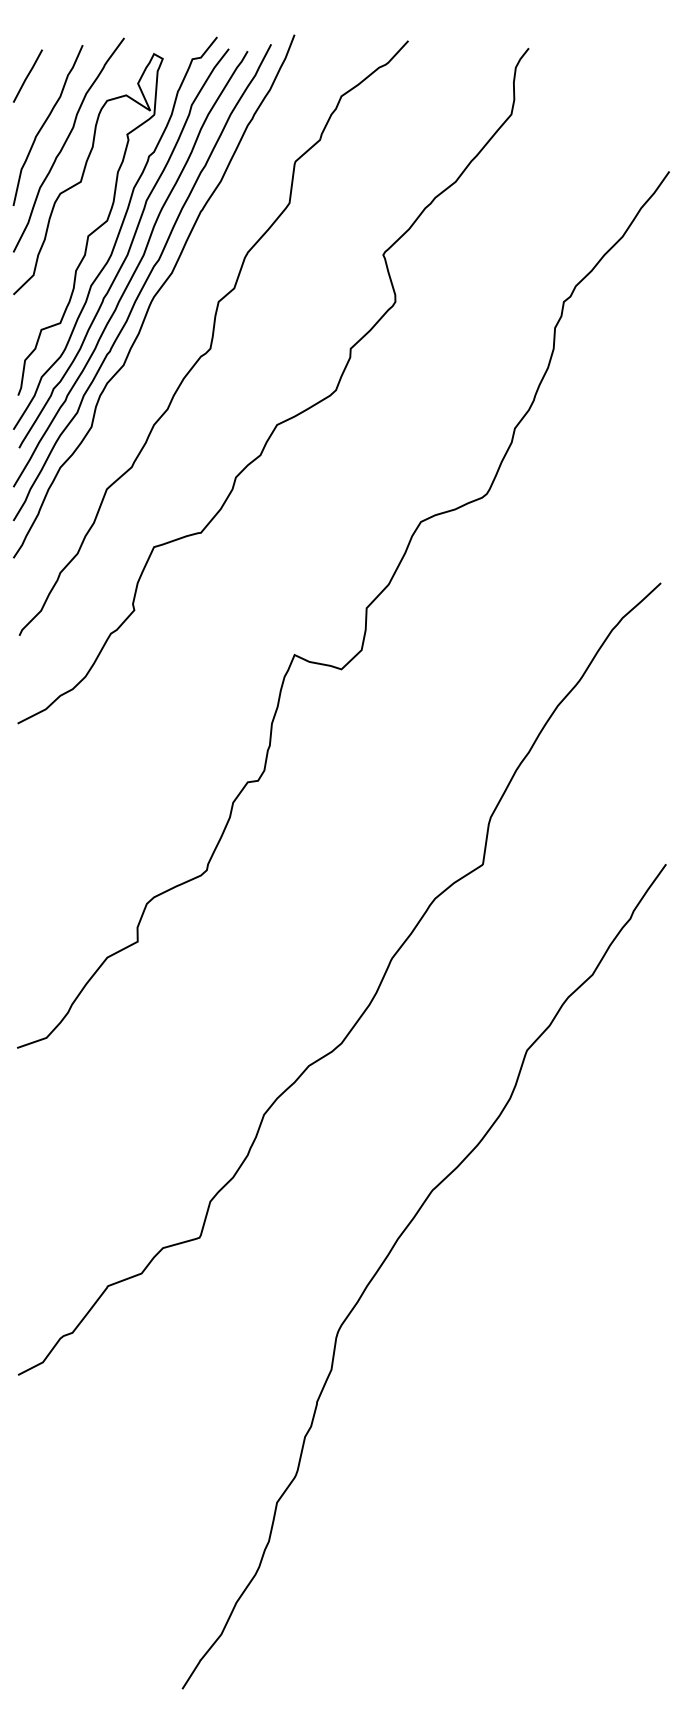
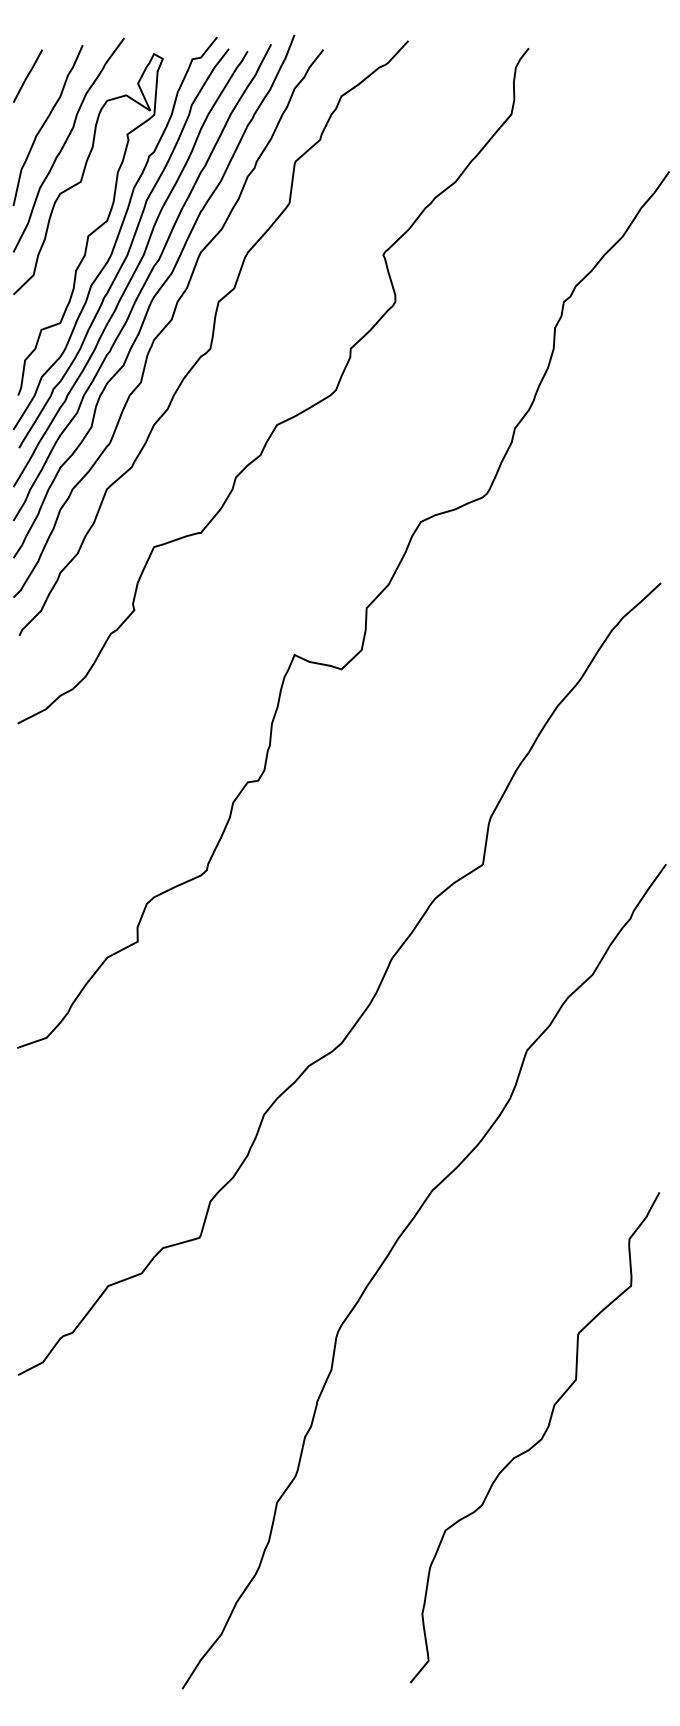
curve at (168, 323): none -> present
curve at (538, 1440): none -> present
